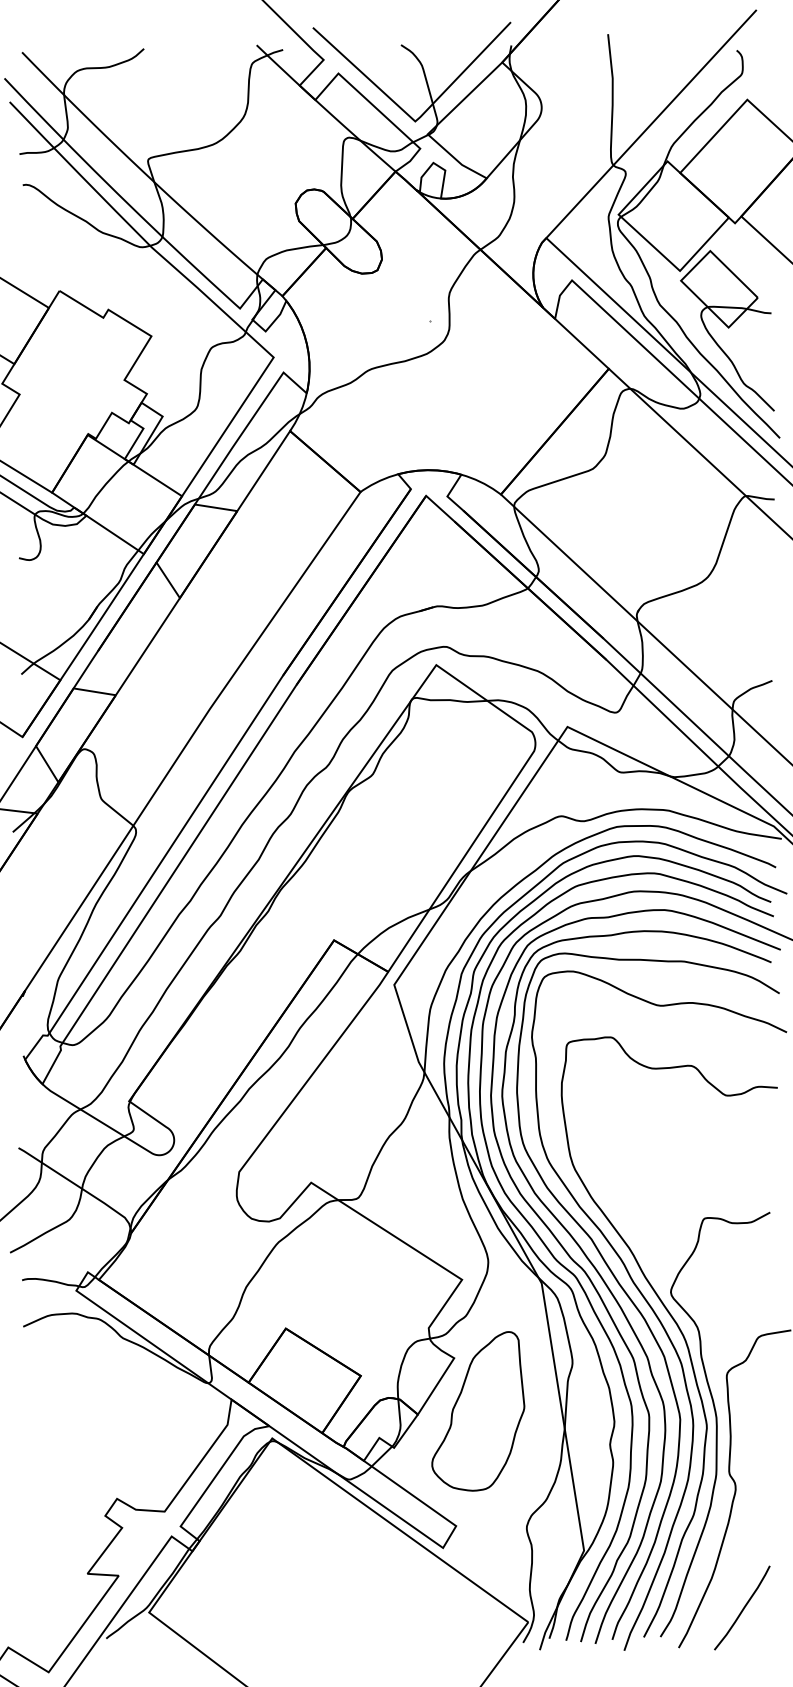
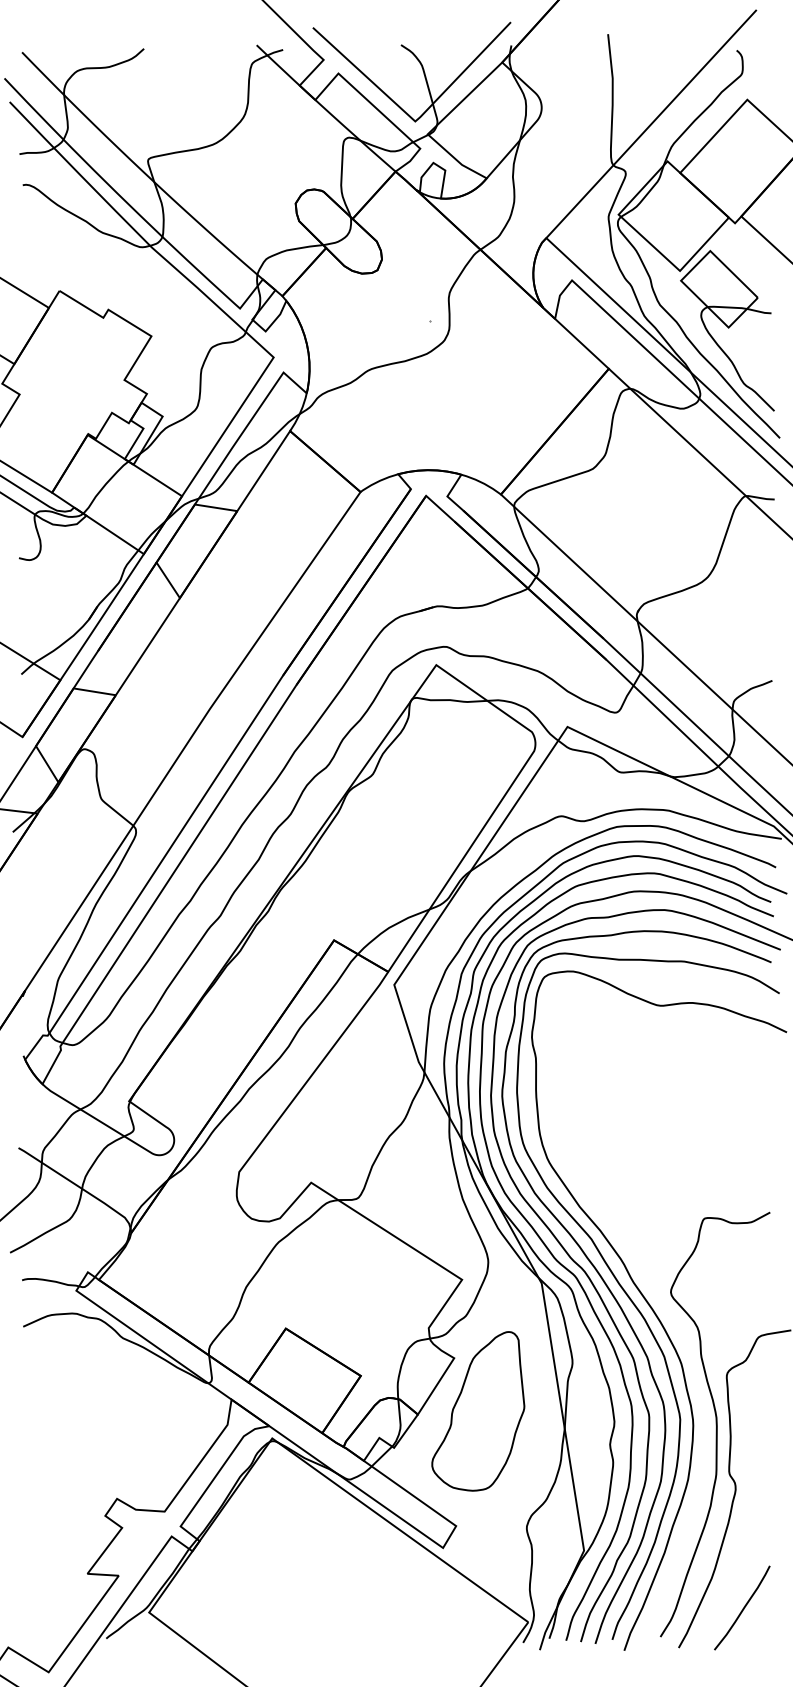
curve at (678, 1329): present -> none
